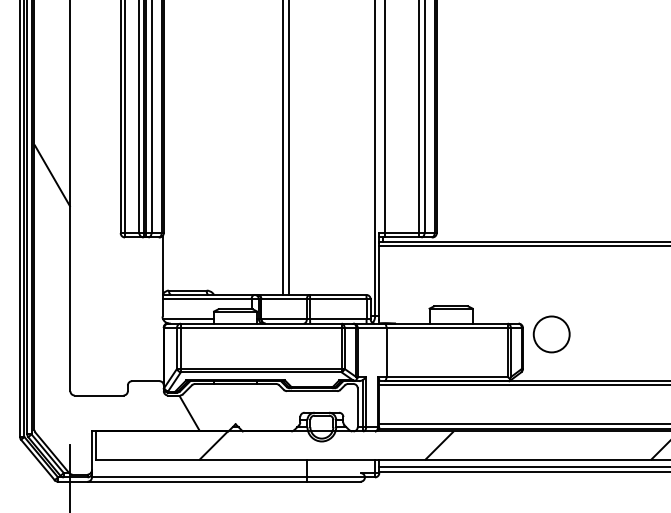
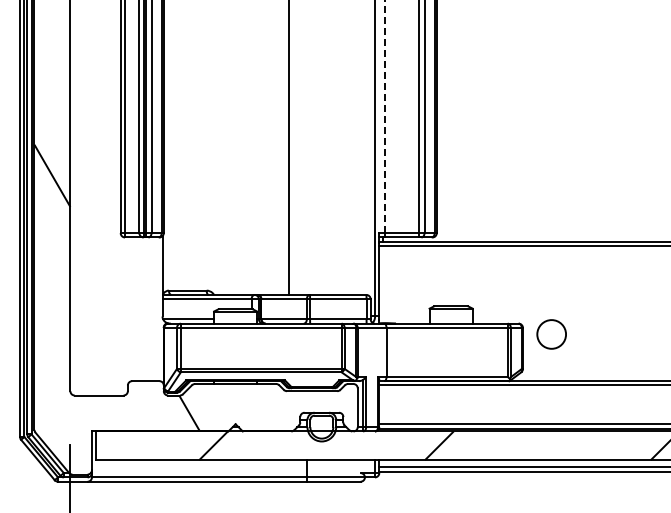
line at (385, 116): solid -> dashed
line at (283, 148): present -> none
circle at (551, 334) size: 39x39 px -> 31x31 px
